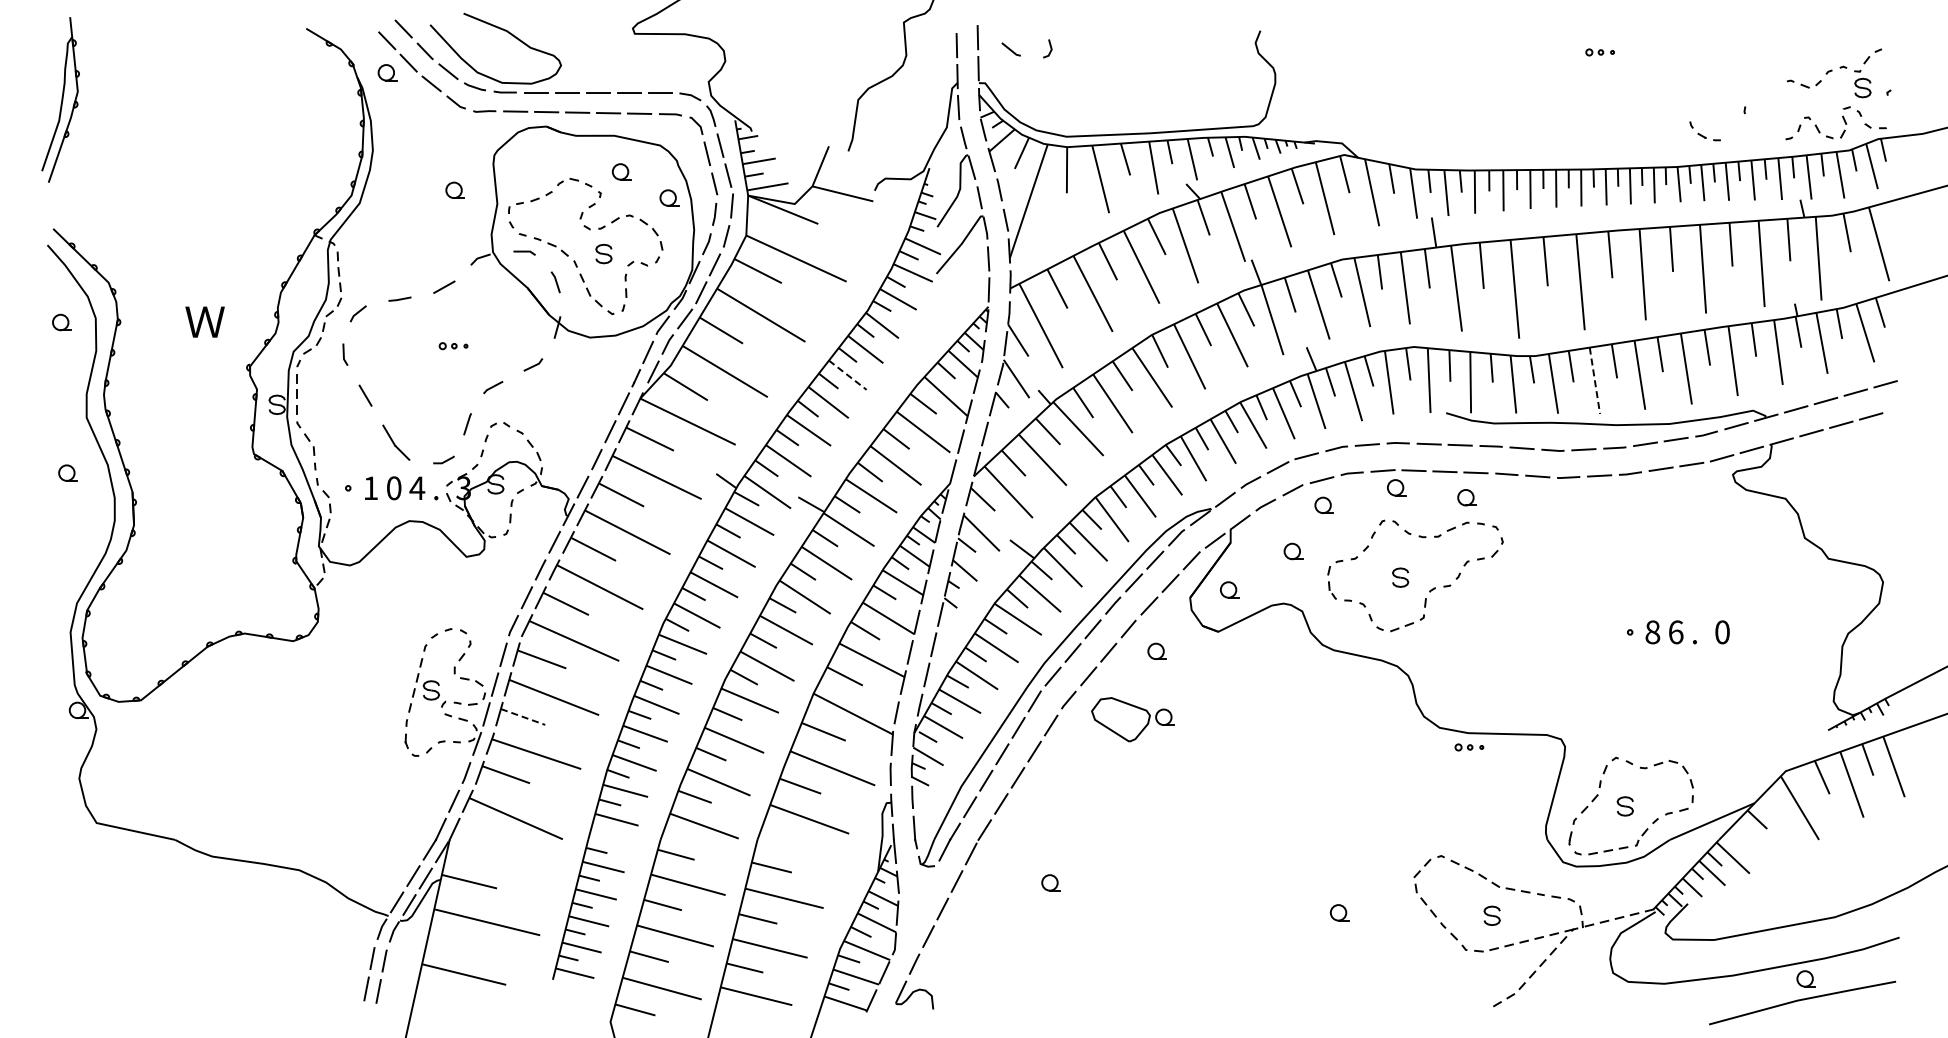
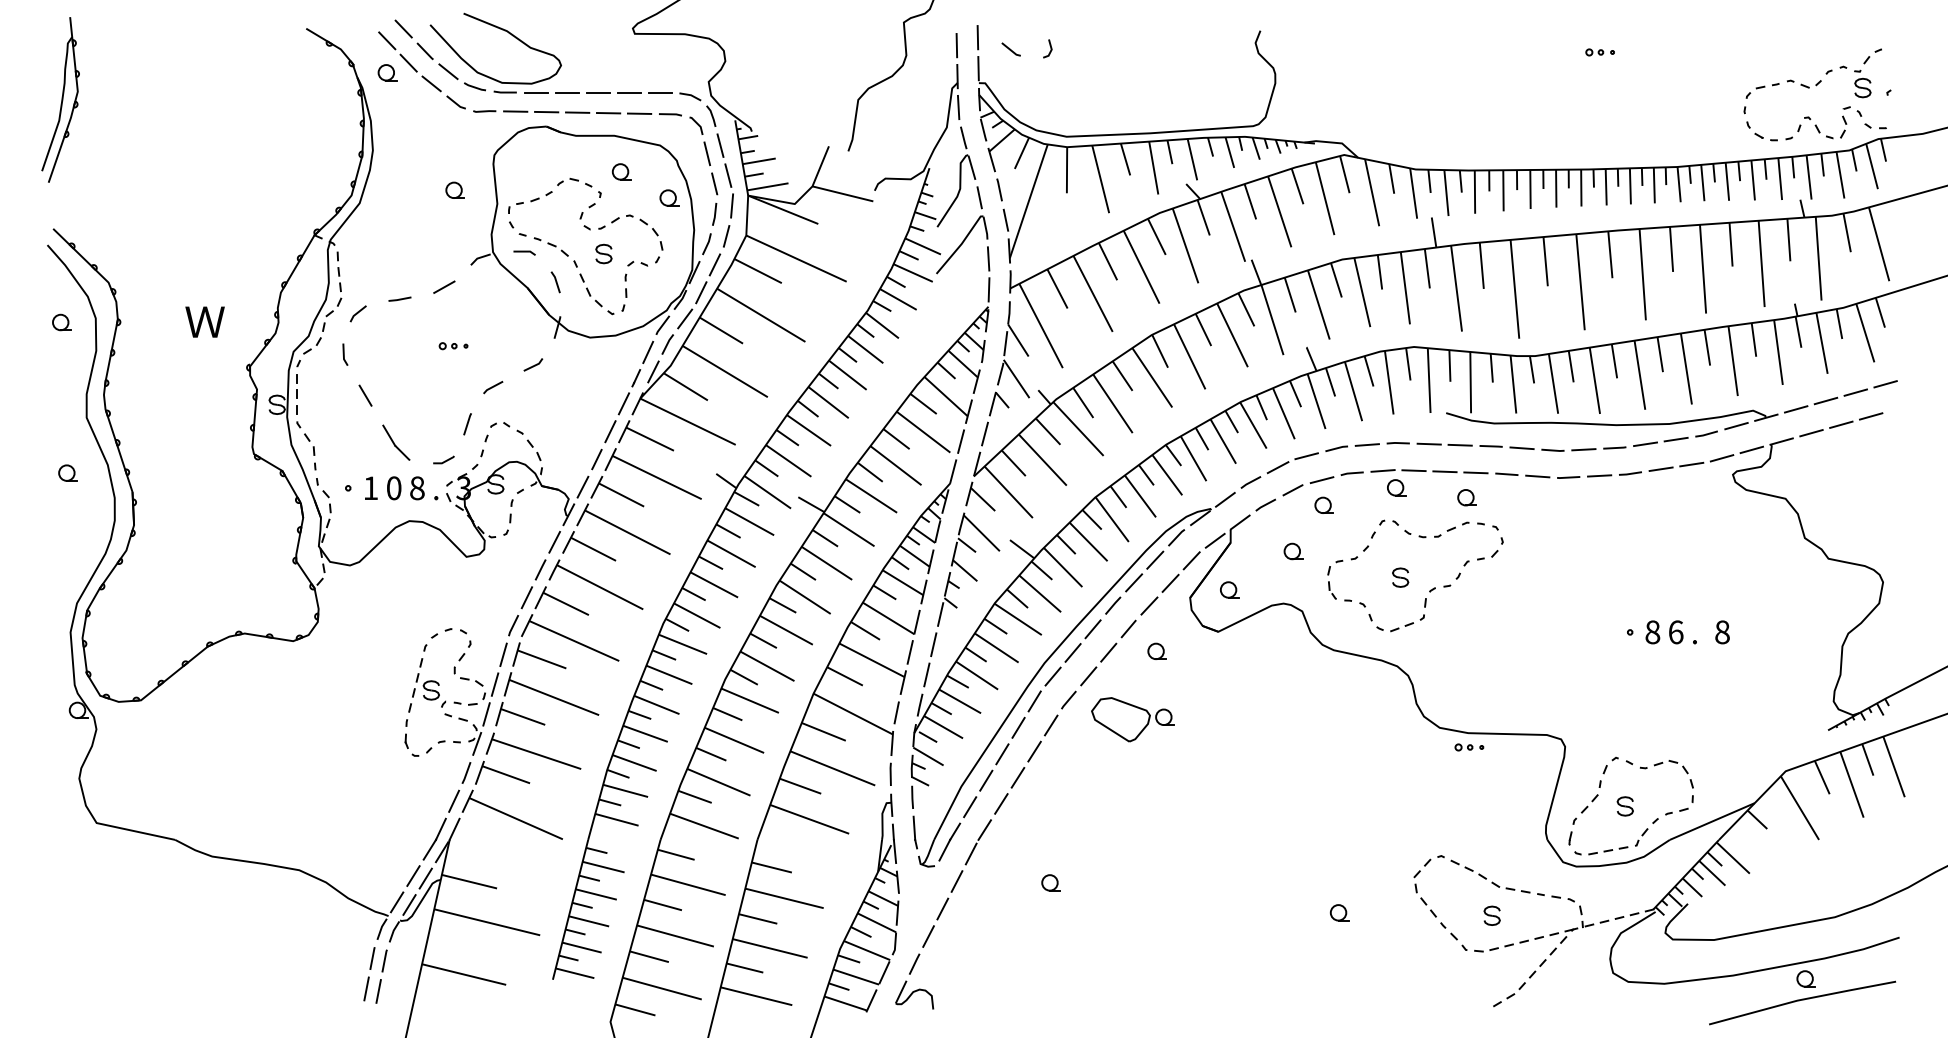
part at (1762, 90): none -> present
part at (1704, 131) position: (1704, 131) -> (1761, 131)
line at (847, 375): dashed -> solid
line at (1594, 380): dashed -> solid
text at (417, 488): 4 -> 8
text at (1722, 632): 0 -> 8
line at (523, 717): dashed -> solid
